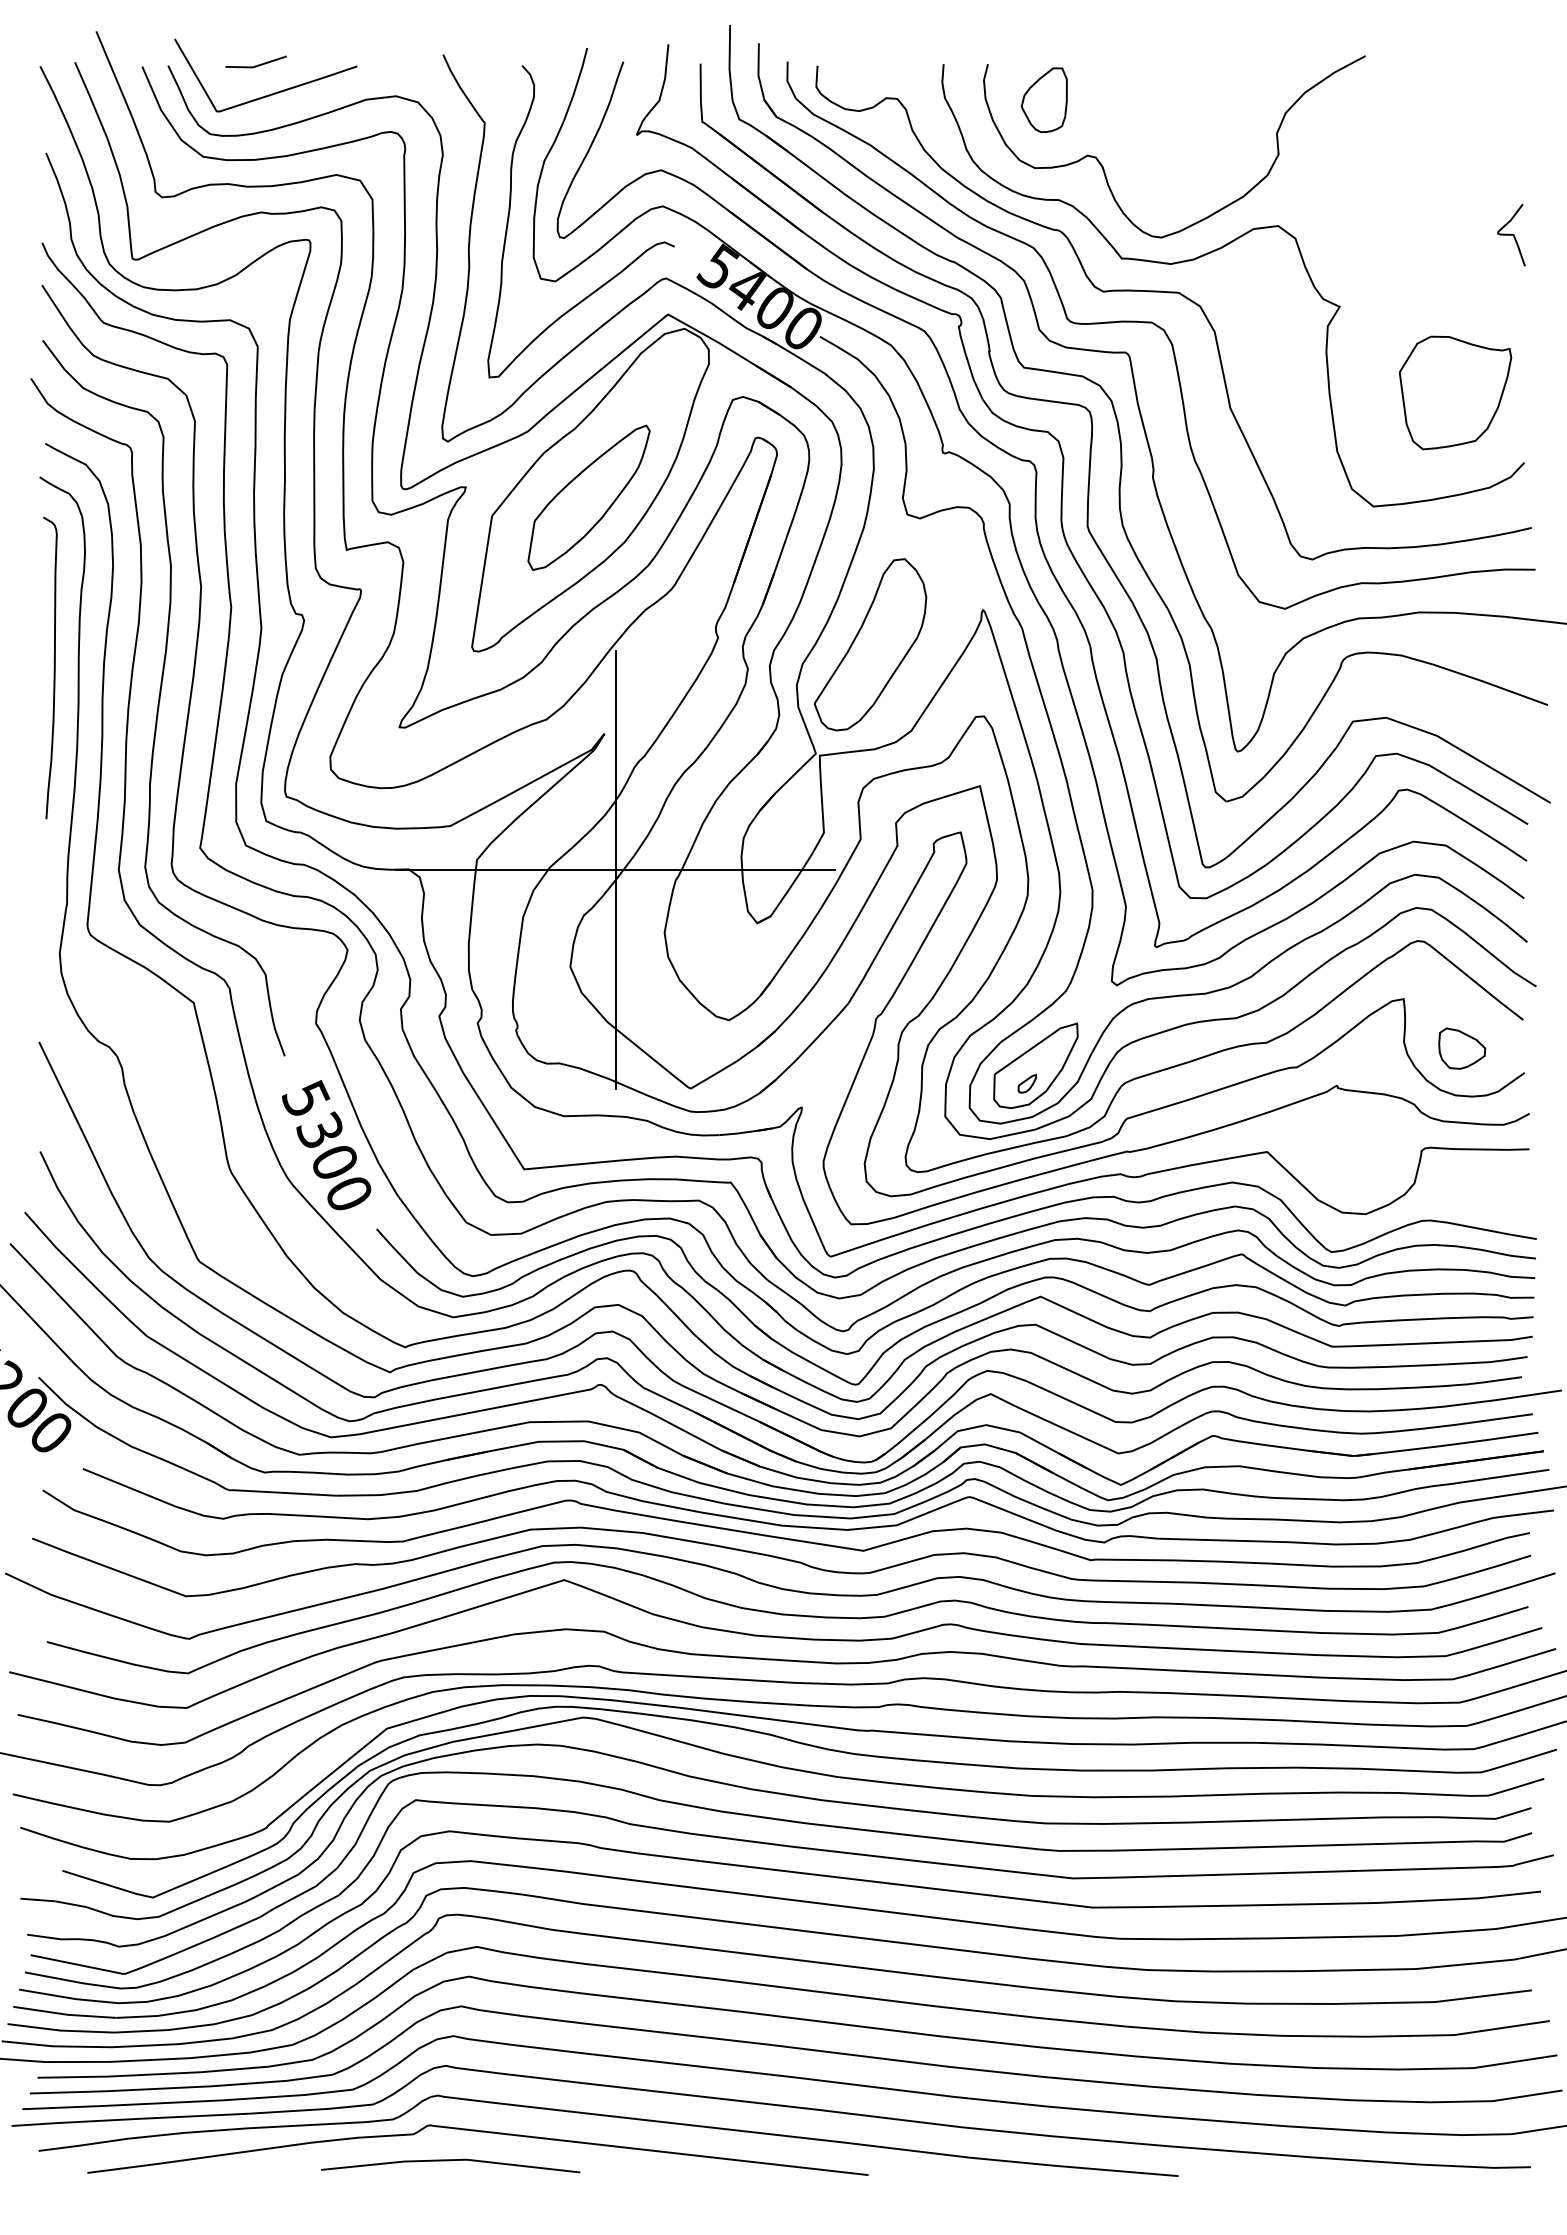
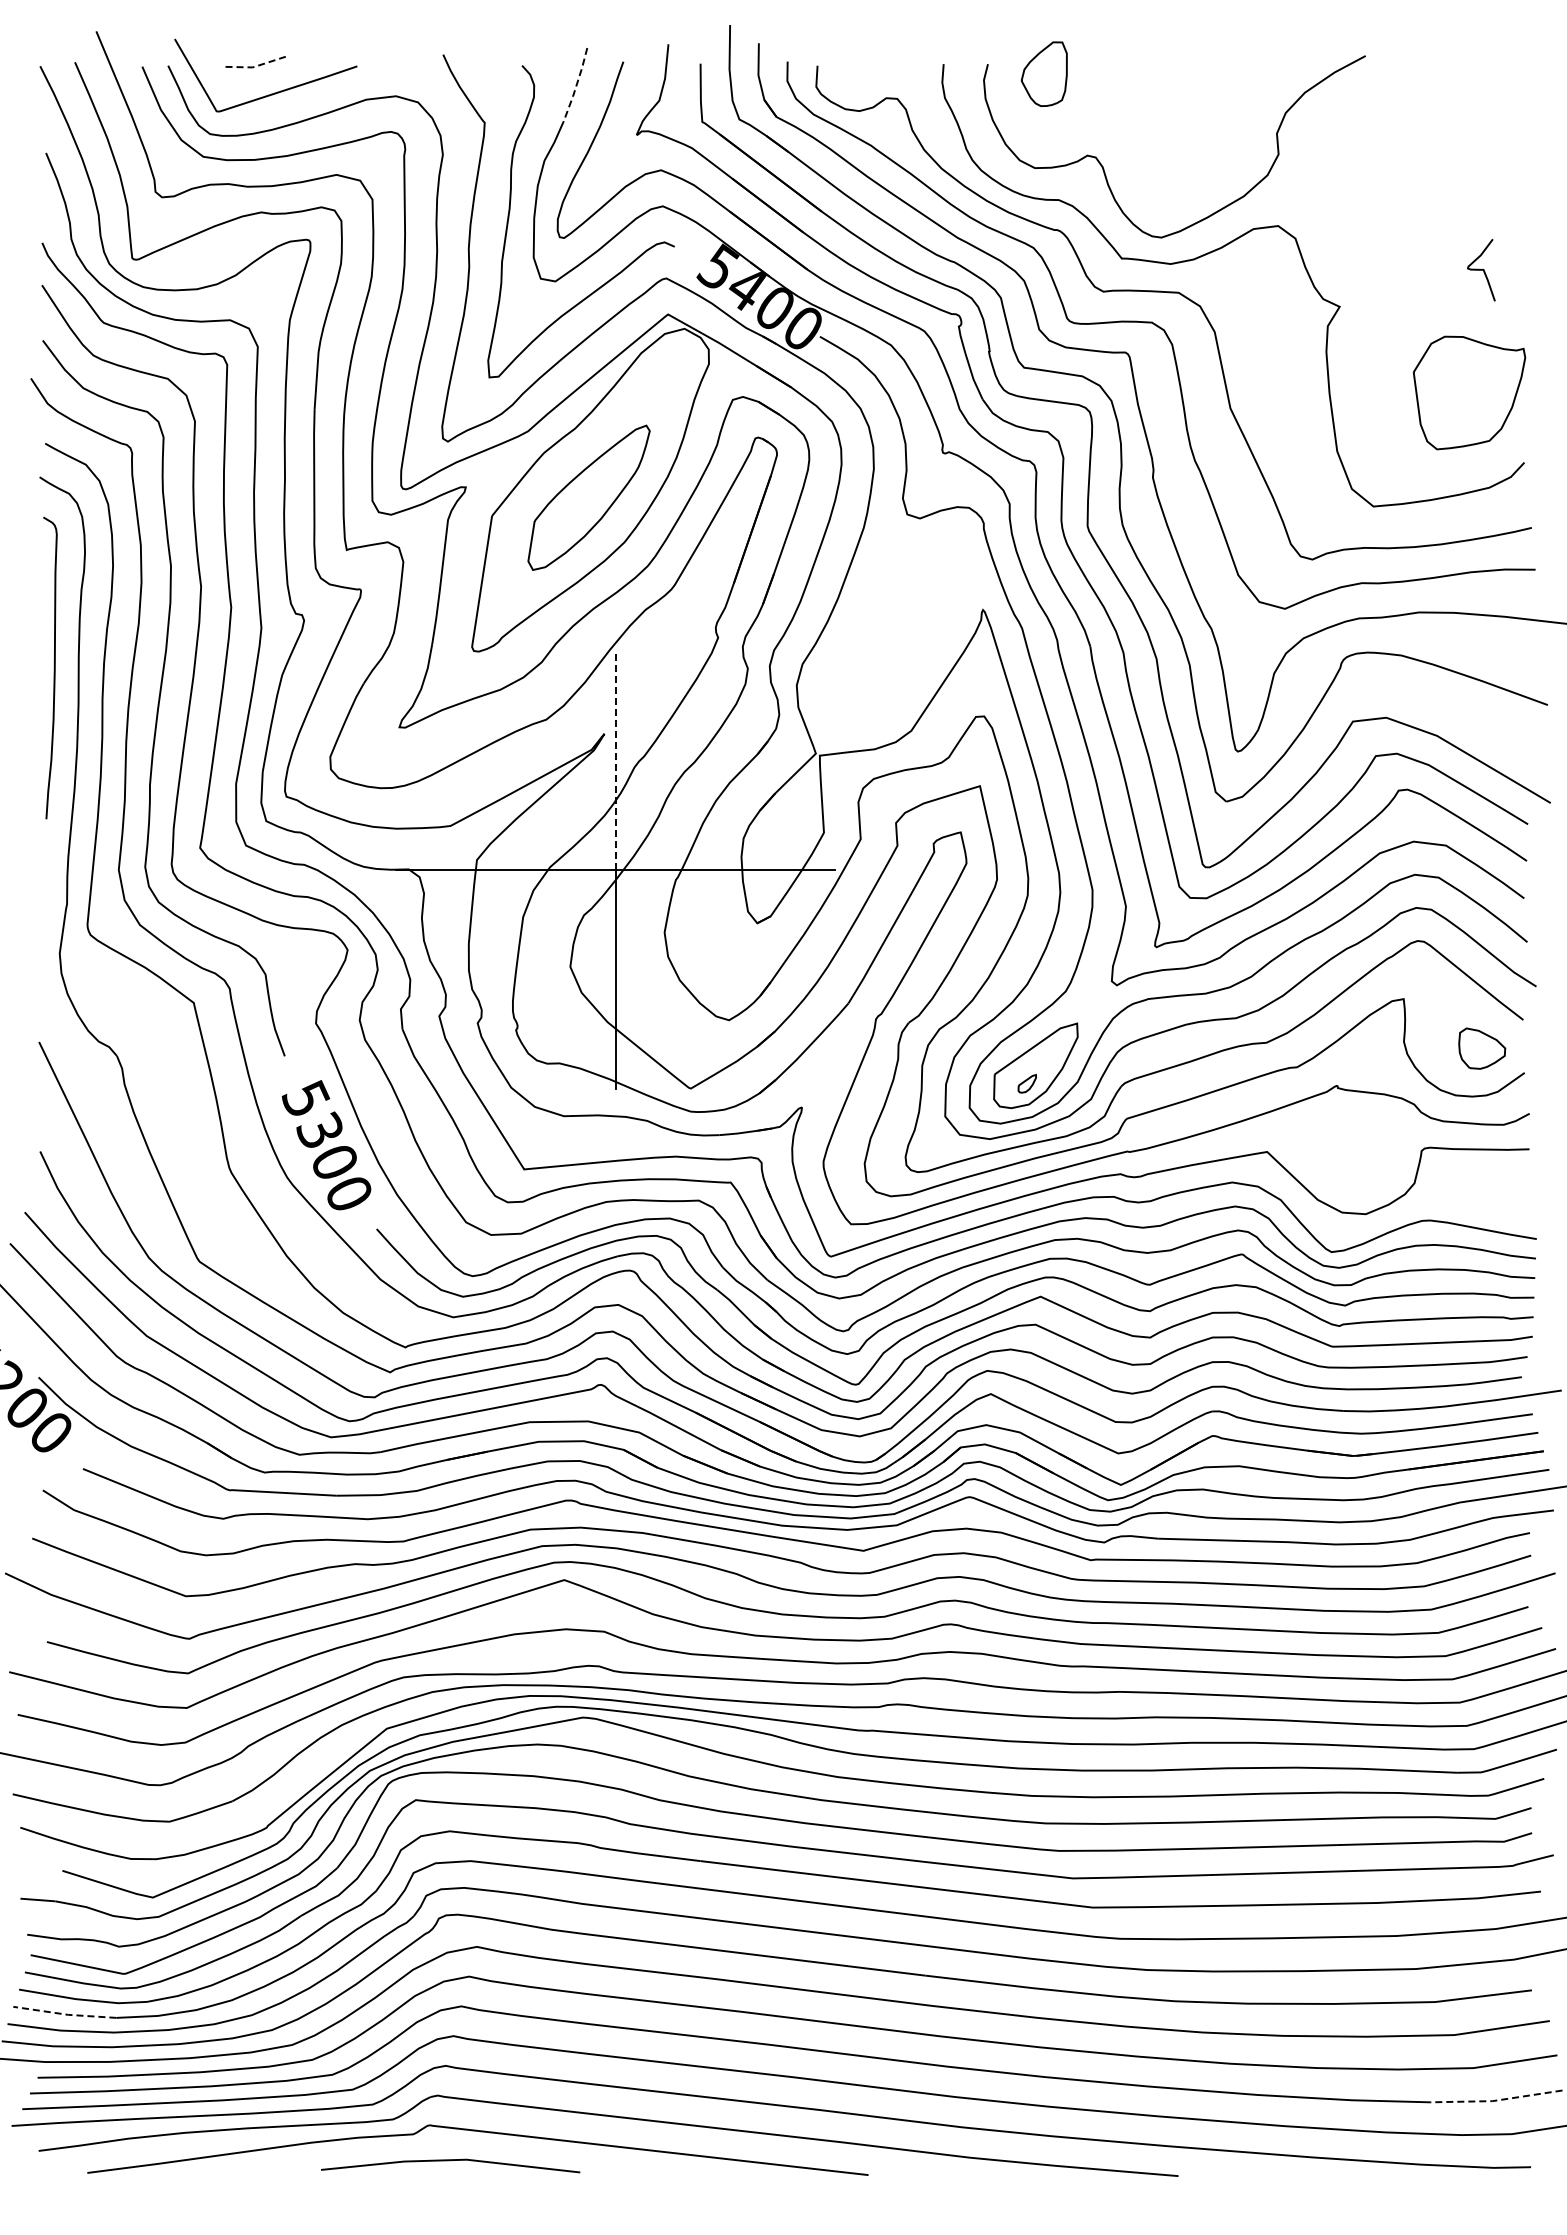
line at (256, 66): solid -> dashed
line at (576, 84): solid -> dashed
part at (1043, 99) position: (1043, 99) -> (1043, 73)
curve at (1511, 235) position: (1511, 235) -> (1481, 270)
part at (1455, 392) position: (1455, 392) -> (1469, 392)
part at (870, 644): present -> none
line at (615, 760): solid -> dashed
part at (1462, 1048) position: (1462, 1048) -> (1482, 1048)
line at (65, 2014): solid -> dashed
line at (1495, 2100): solid -> dashed
